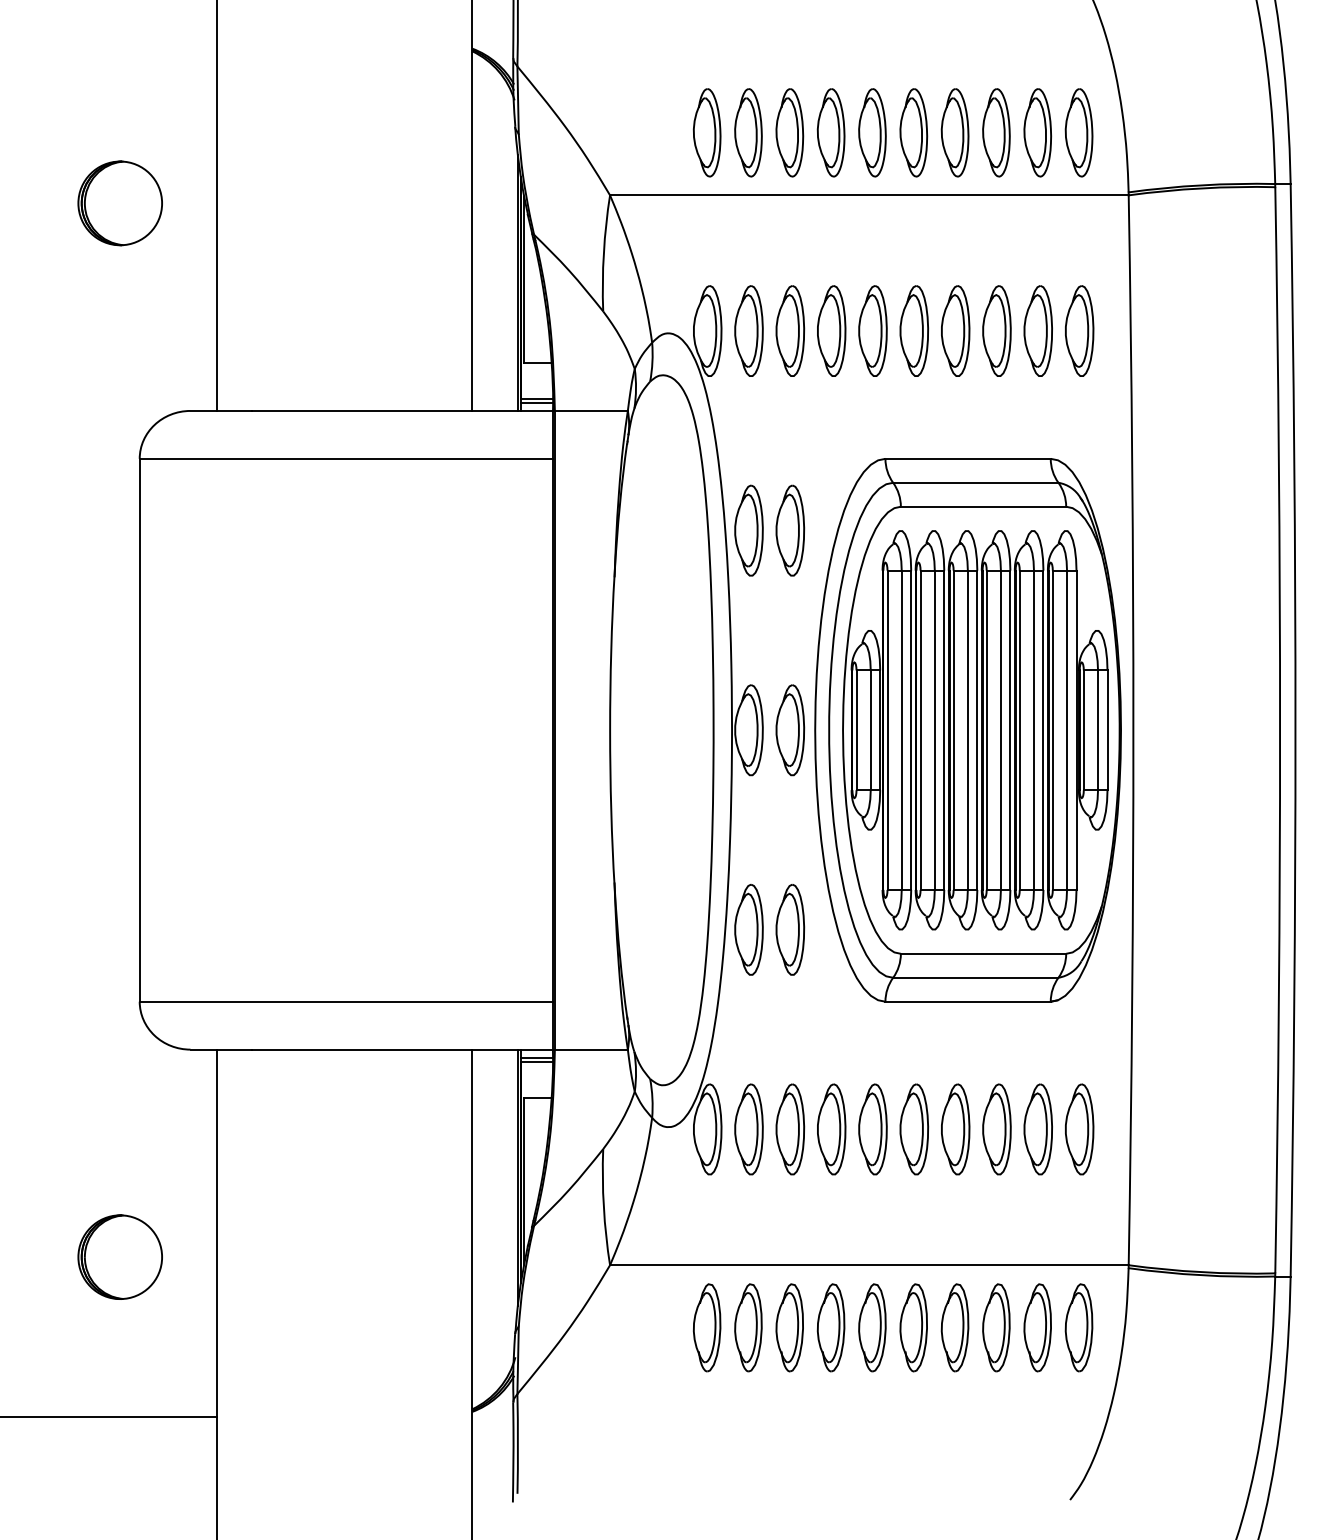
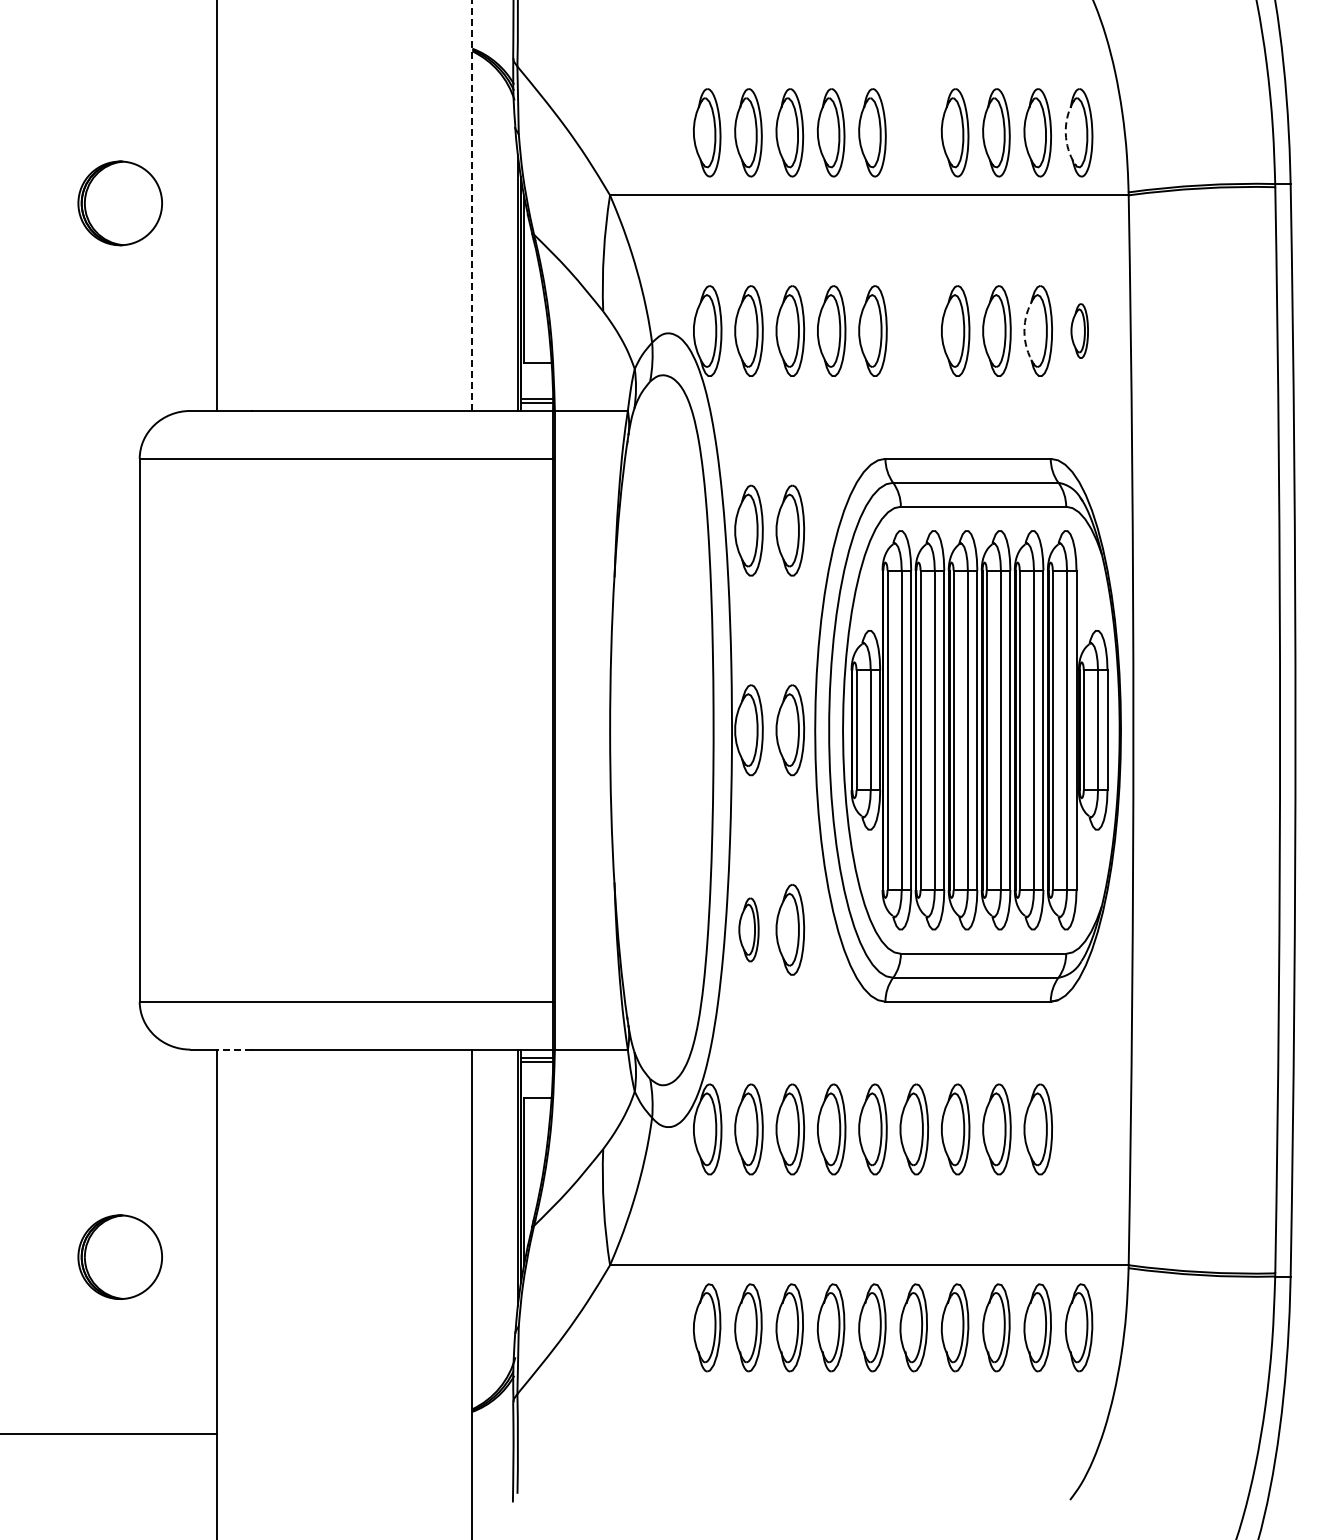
part at (913, 132): present -> none
arc at (1065, 133): solid -> dashed
line at (472, 205): solid -> dashed
part at (913, 330): present -> none
part at (1079, 330) size: 30x92 px -> 19x56 px
arc at (1024, 331): solid -> dashed
part at (748, 929) size: 30x92 px -> 22x66 px
line at (234, 1049): solid -> dashed
part at (1079, 1129): present -> none
line at (109, 1416) position: (109, 1416) -> (109, 1433)
